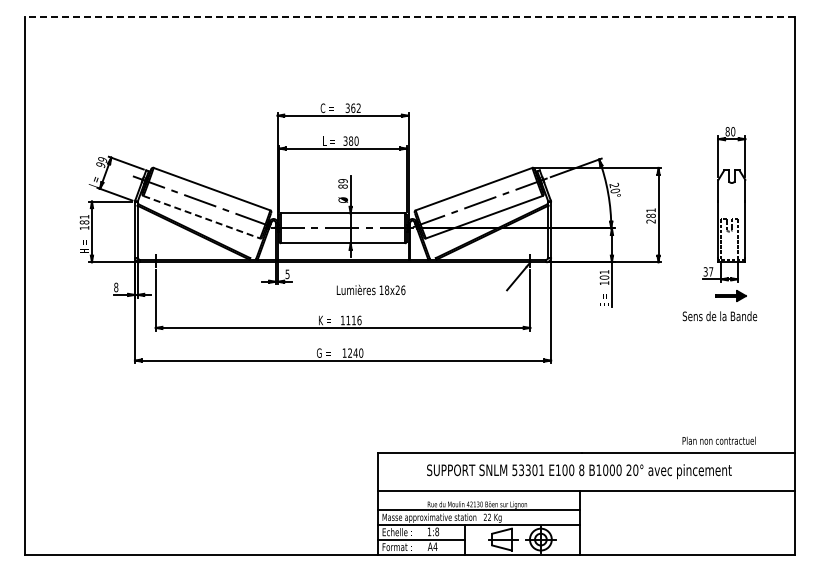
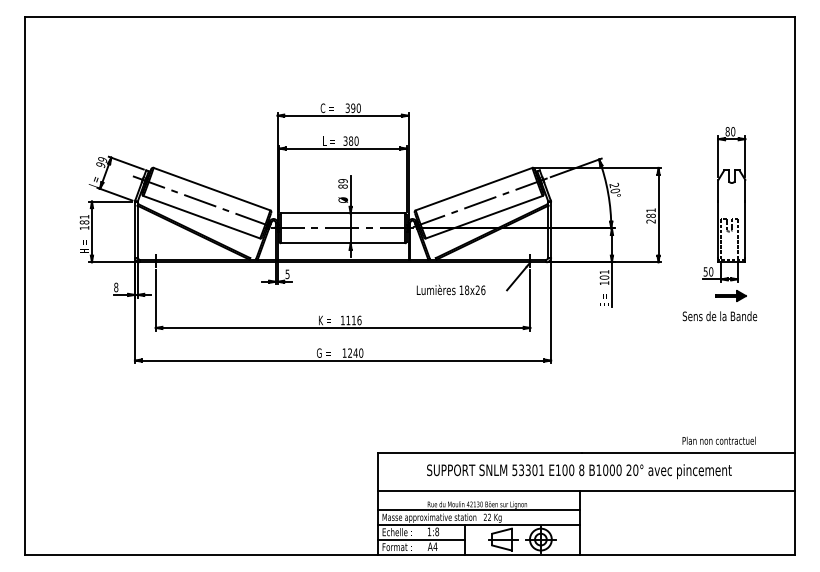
line at (409, 17): dashed -> solid
text at (355, 107): 362 -> 390
line at (202, 217): dashed -> solid
text at (708, 271): 37 -> 50
text at (370, 289) position: (370, 289) -> (450, 289)
